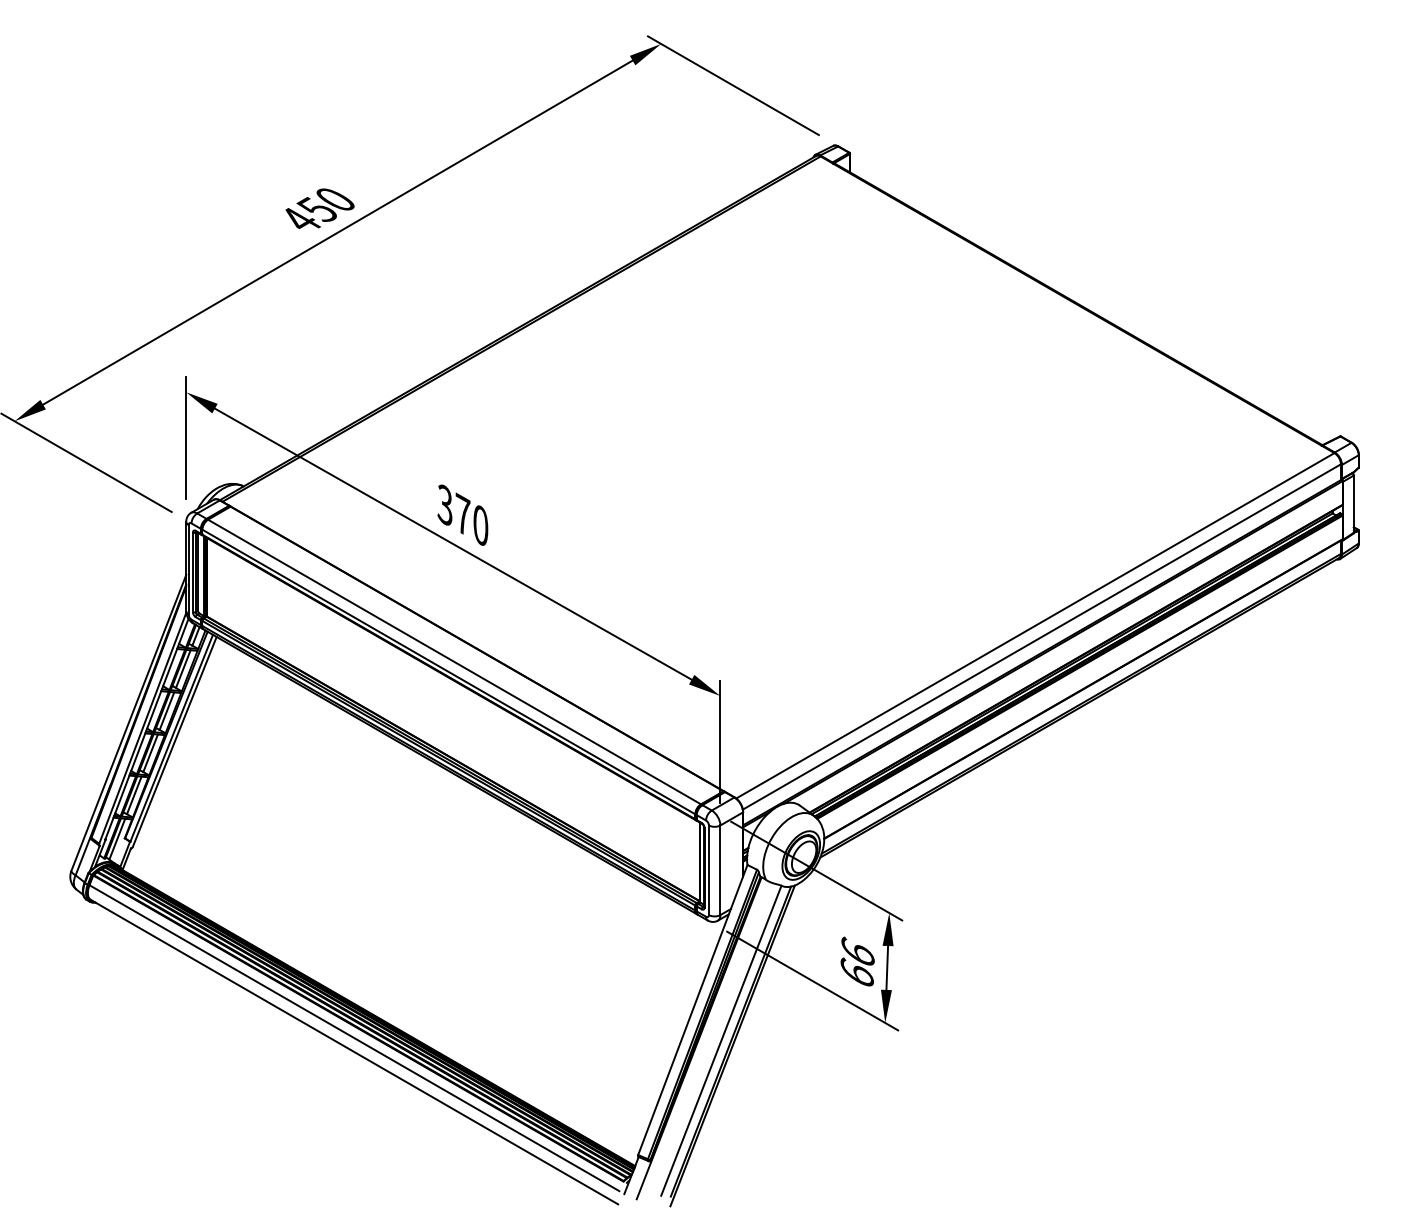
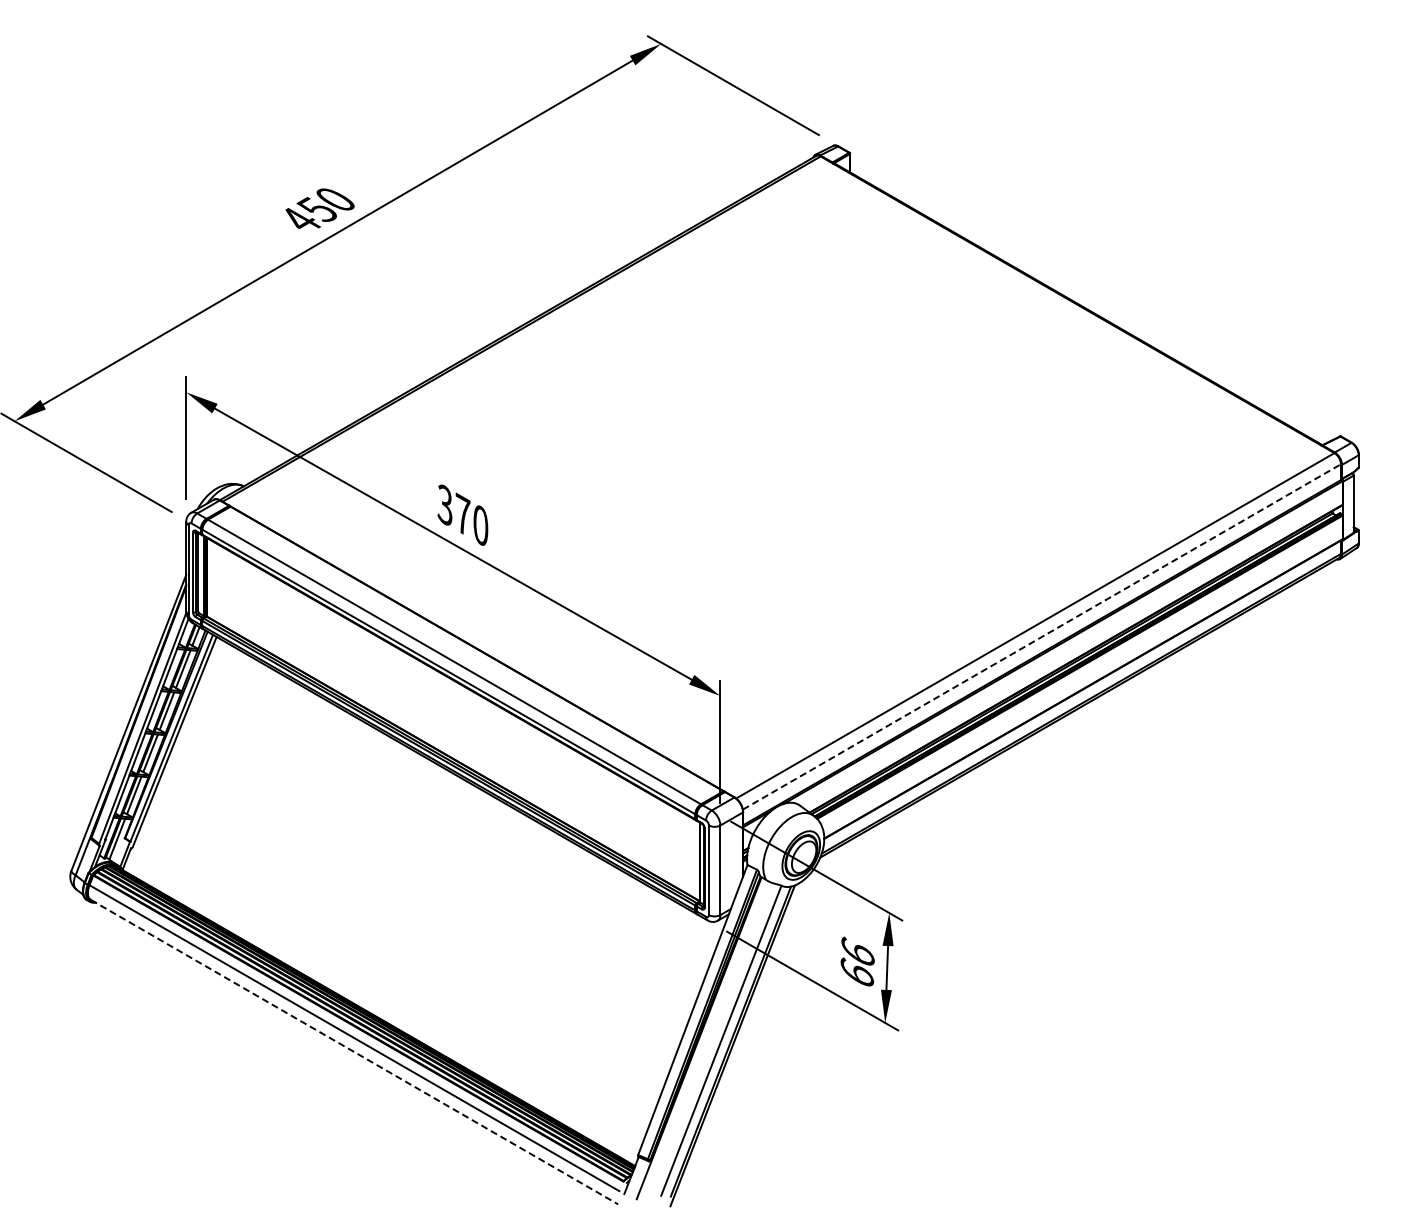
line at (1042, 636): solid -> dashed
line at (354, 1052): solid -> dashed
